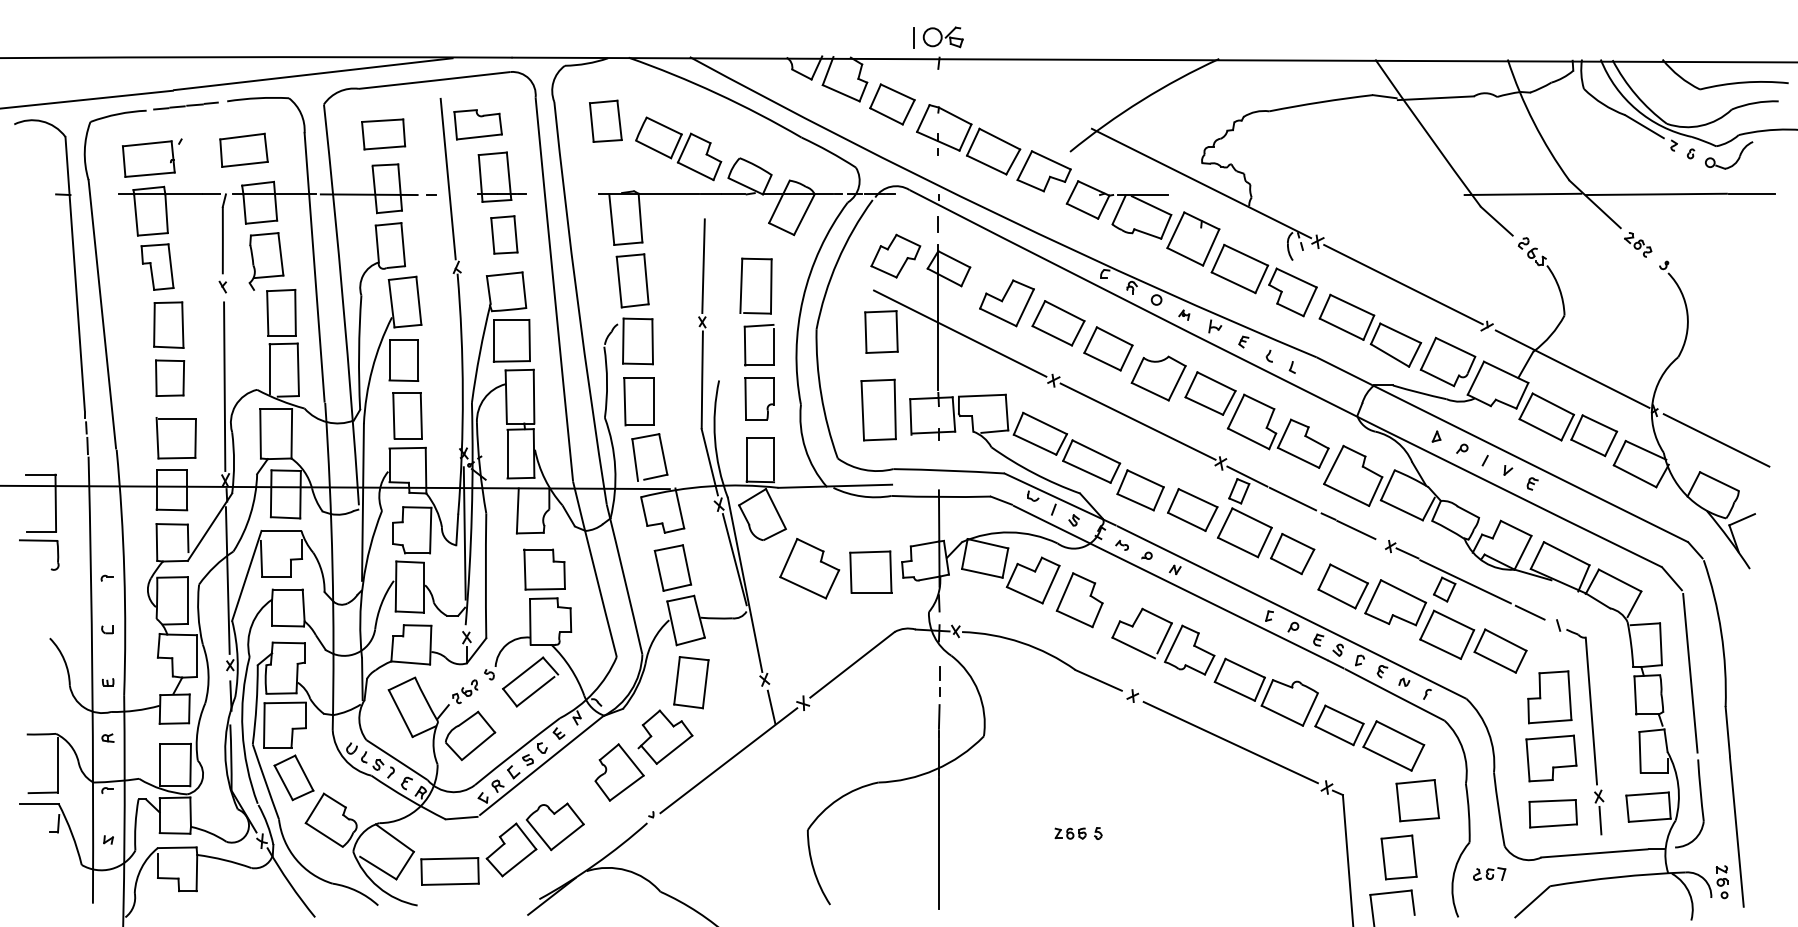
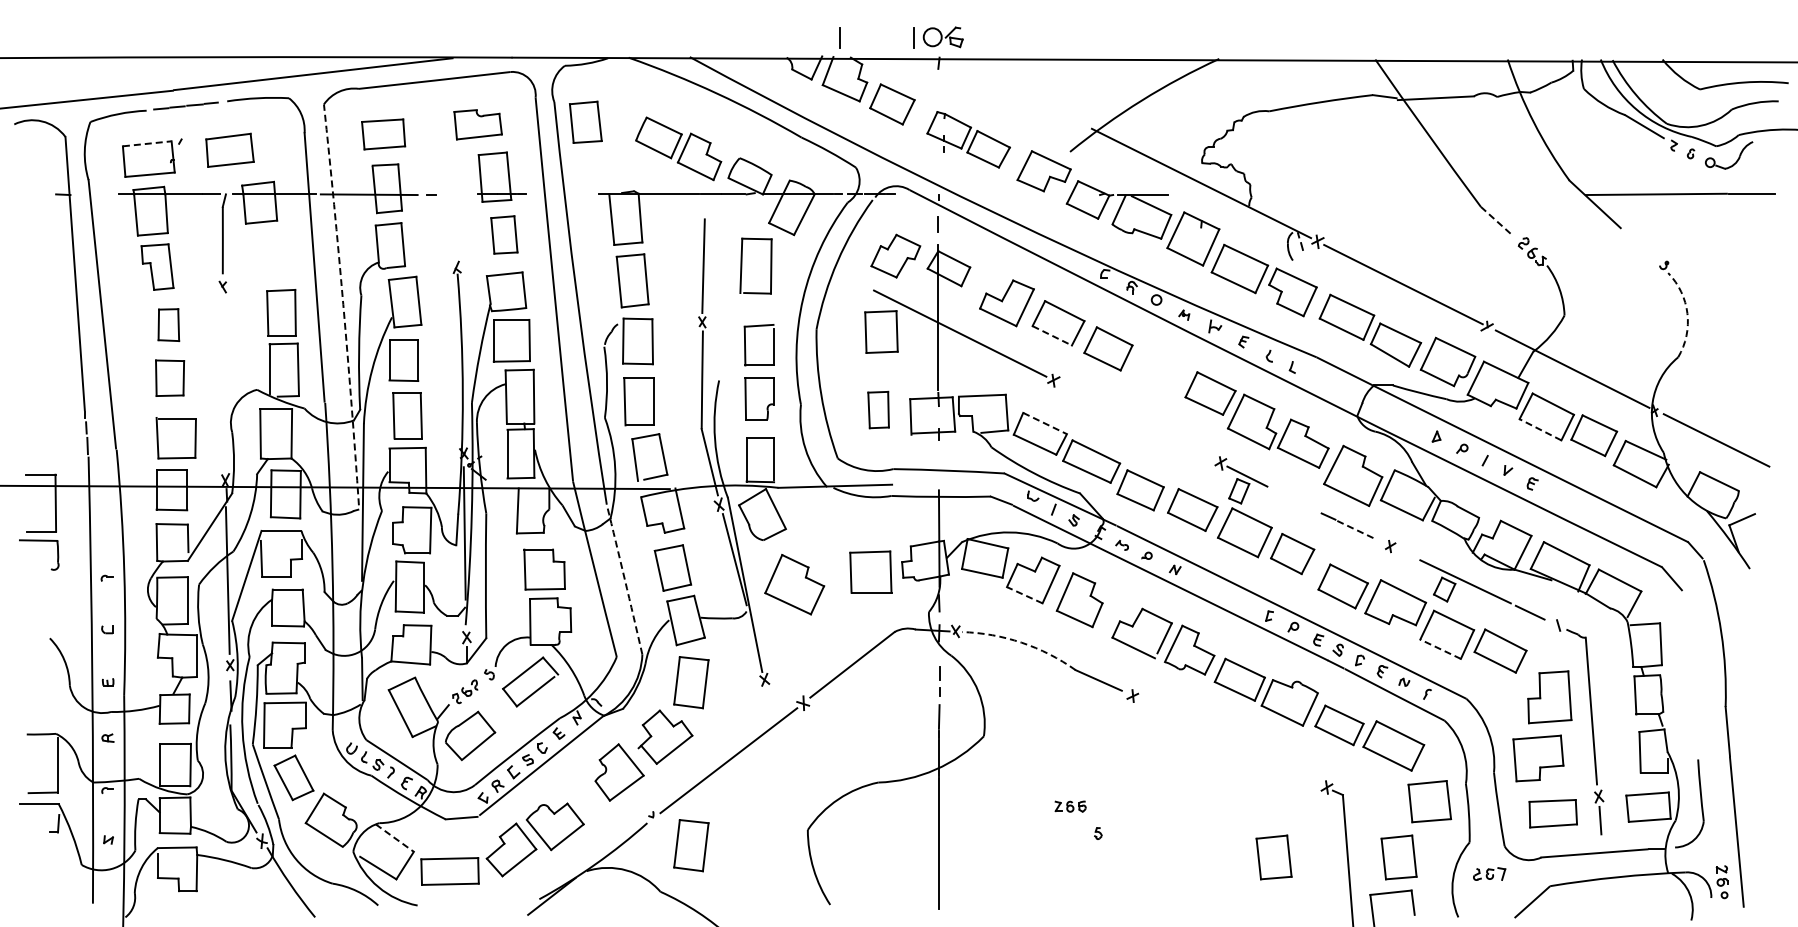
line at (839, 37): none -> present
part at (605, 120) position: (605, 120) -> (585, 121)
part at (968, 139) size: 106x72 px -> 85x58 px
line at (147, 143): solid -> dashed
part at (243, 149) position: (243, 149) -> (229, 149)
line at (447, 178): present -> none
line at (1522, 194): present -> none
line at (1497, 221): solid -> dashed
part at (1638, 244): present -> none
part at (266, 261): present -> none
part at (742, 285) position: (742, 285) -> (742, 265)
arc at (343, 304): solid -> dashed
arc at (1687, 313): solid -> dashed
part at (168, 324) size: 32x48 px -> 24x34 px
line at (1052, 335): solid -> dashed
part at (1158, 378): present -> none
line at (224, 386): present -> none
part at (878, 409) size: 37x64 px -> 23x40 px
line at (1137, 421): present -> none
line at (1045, 423): solid -> dashed
line at (1540, 429): solid -> dashed
line at (1292, 498): present -> none
line at (1356, 530): solid -> dashed
line at (1407, 553): present -> none
part at (809, 568) position: (809, 568) -> (794, 584)
arc at (624, 579): solid -> dashed
line at (1024, 595): solid -> dashed
arc at (1021, 642): solid -> dashed
line at (1440, 649): solid -> dashed
line at (1690, 672): present -> none
line at (771, 706): present -> none
line at (1230, 742): present -> none
part at (1551, 758) position: (1551, 758) -> (1538, 758)
part at (1417, 800) position: (1417, 800) -> (1429, 801)
part at (1070, 833) position: (1070, 833) -> (1070, 806)
line at (395, 838): solid -> dashed
part at (691, 845): none -> present
part at (1273, 857): none -> present
